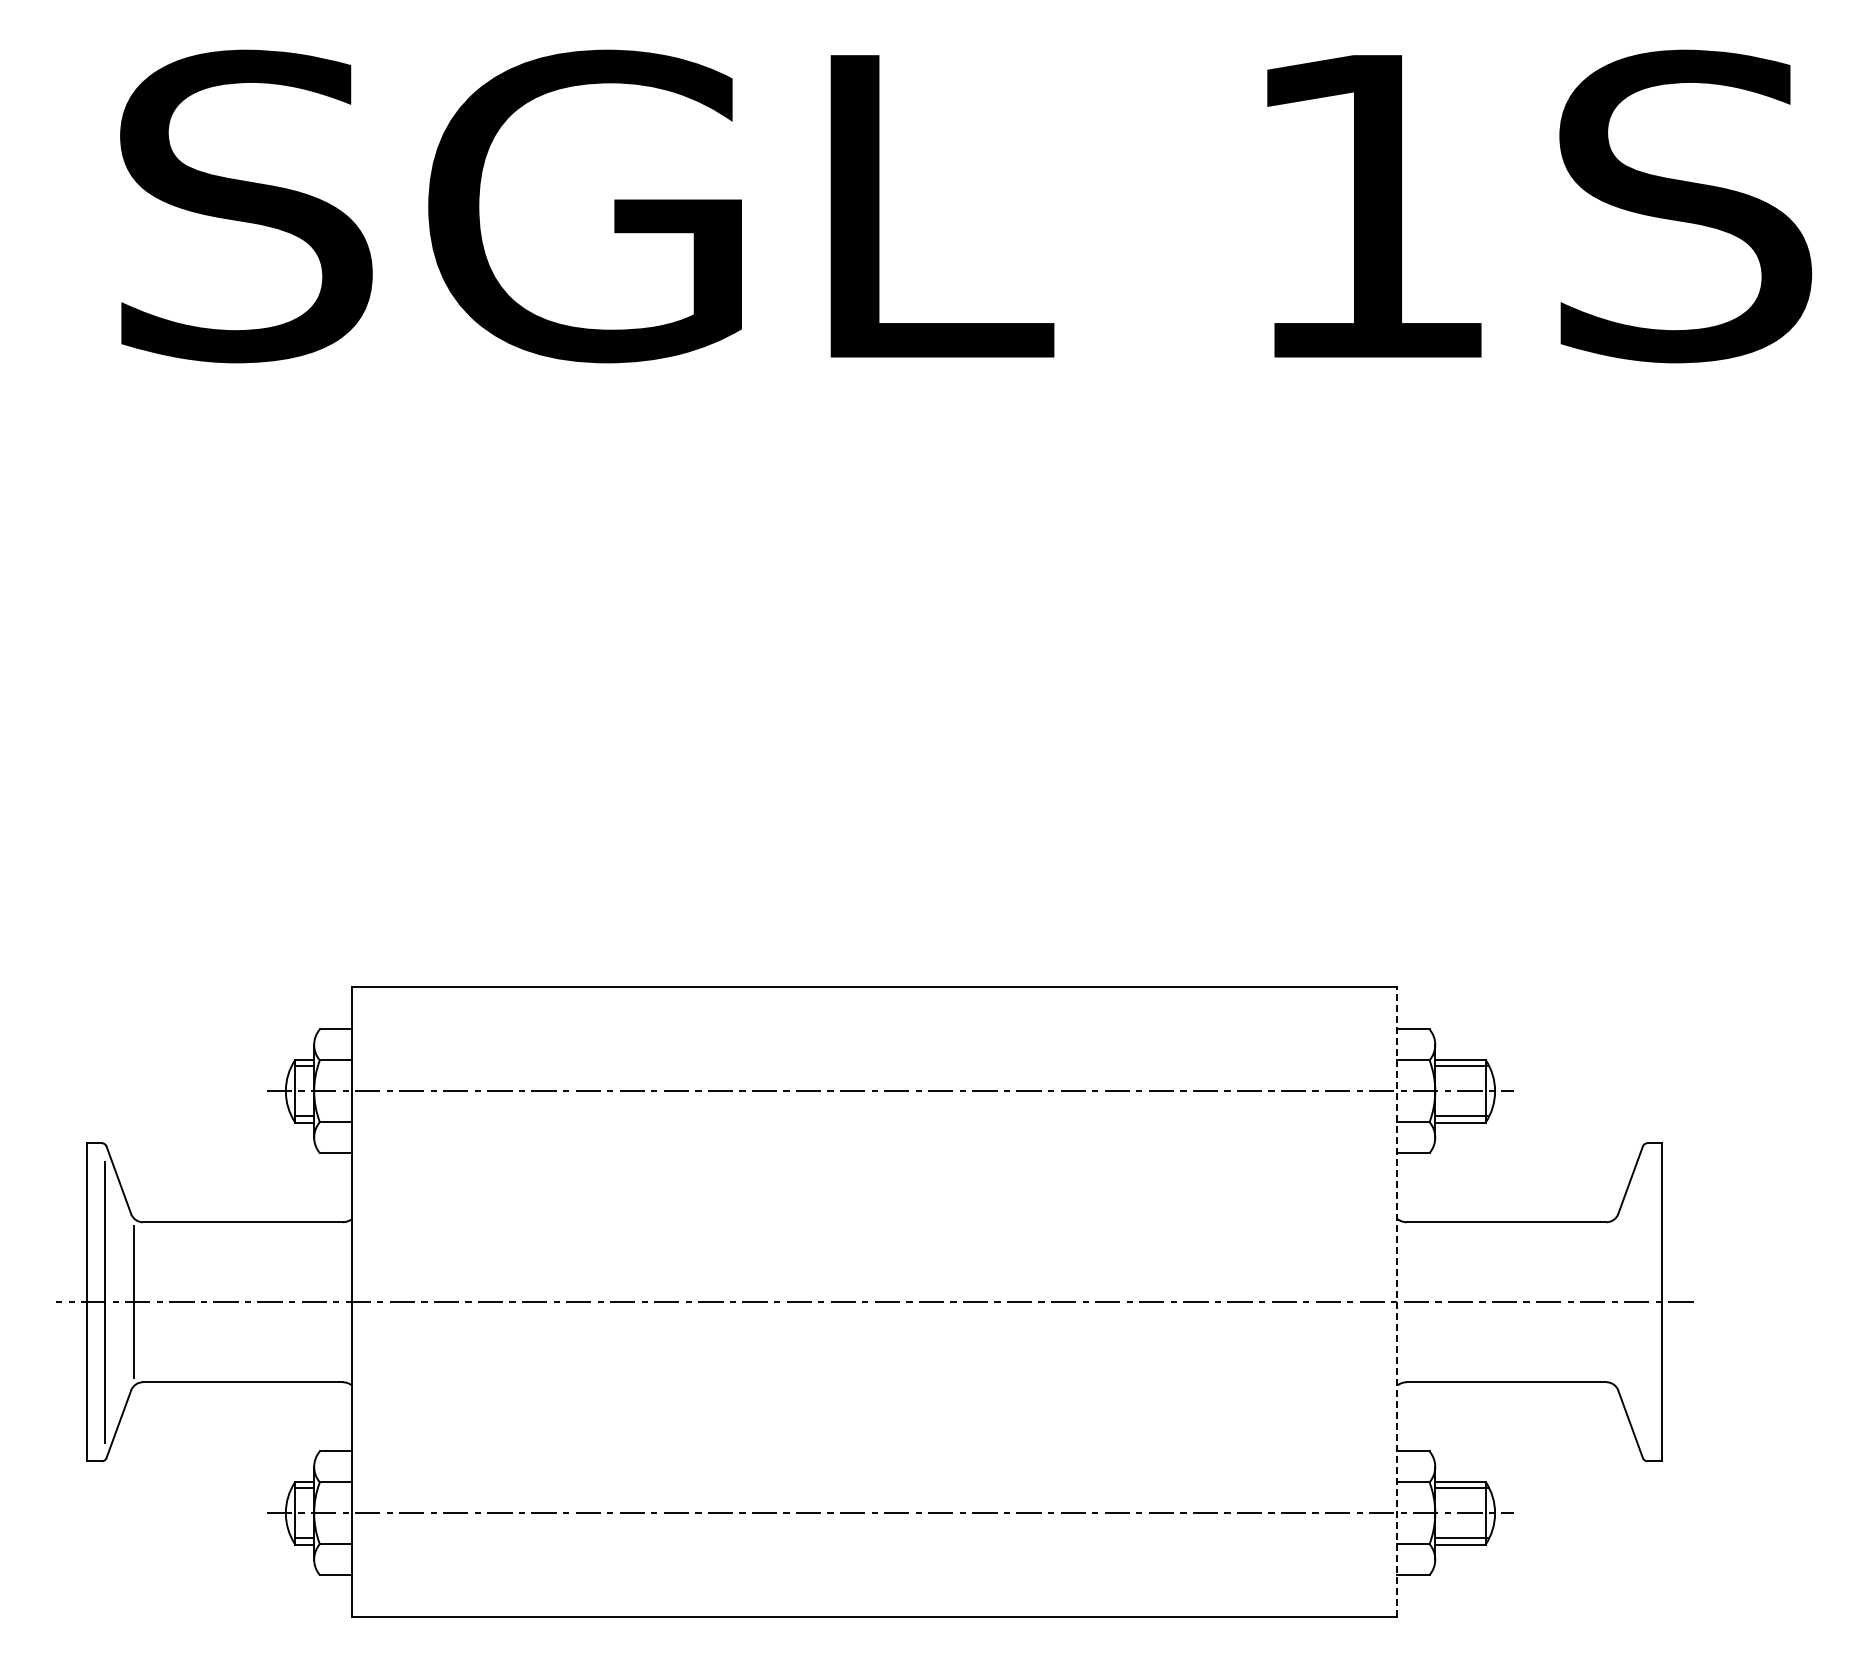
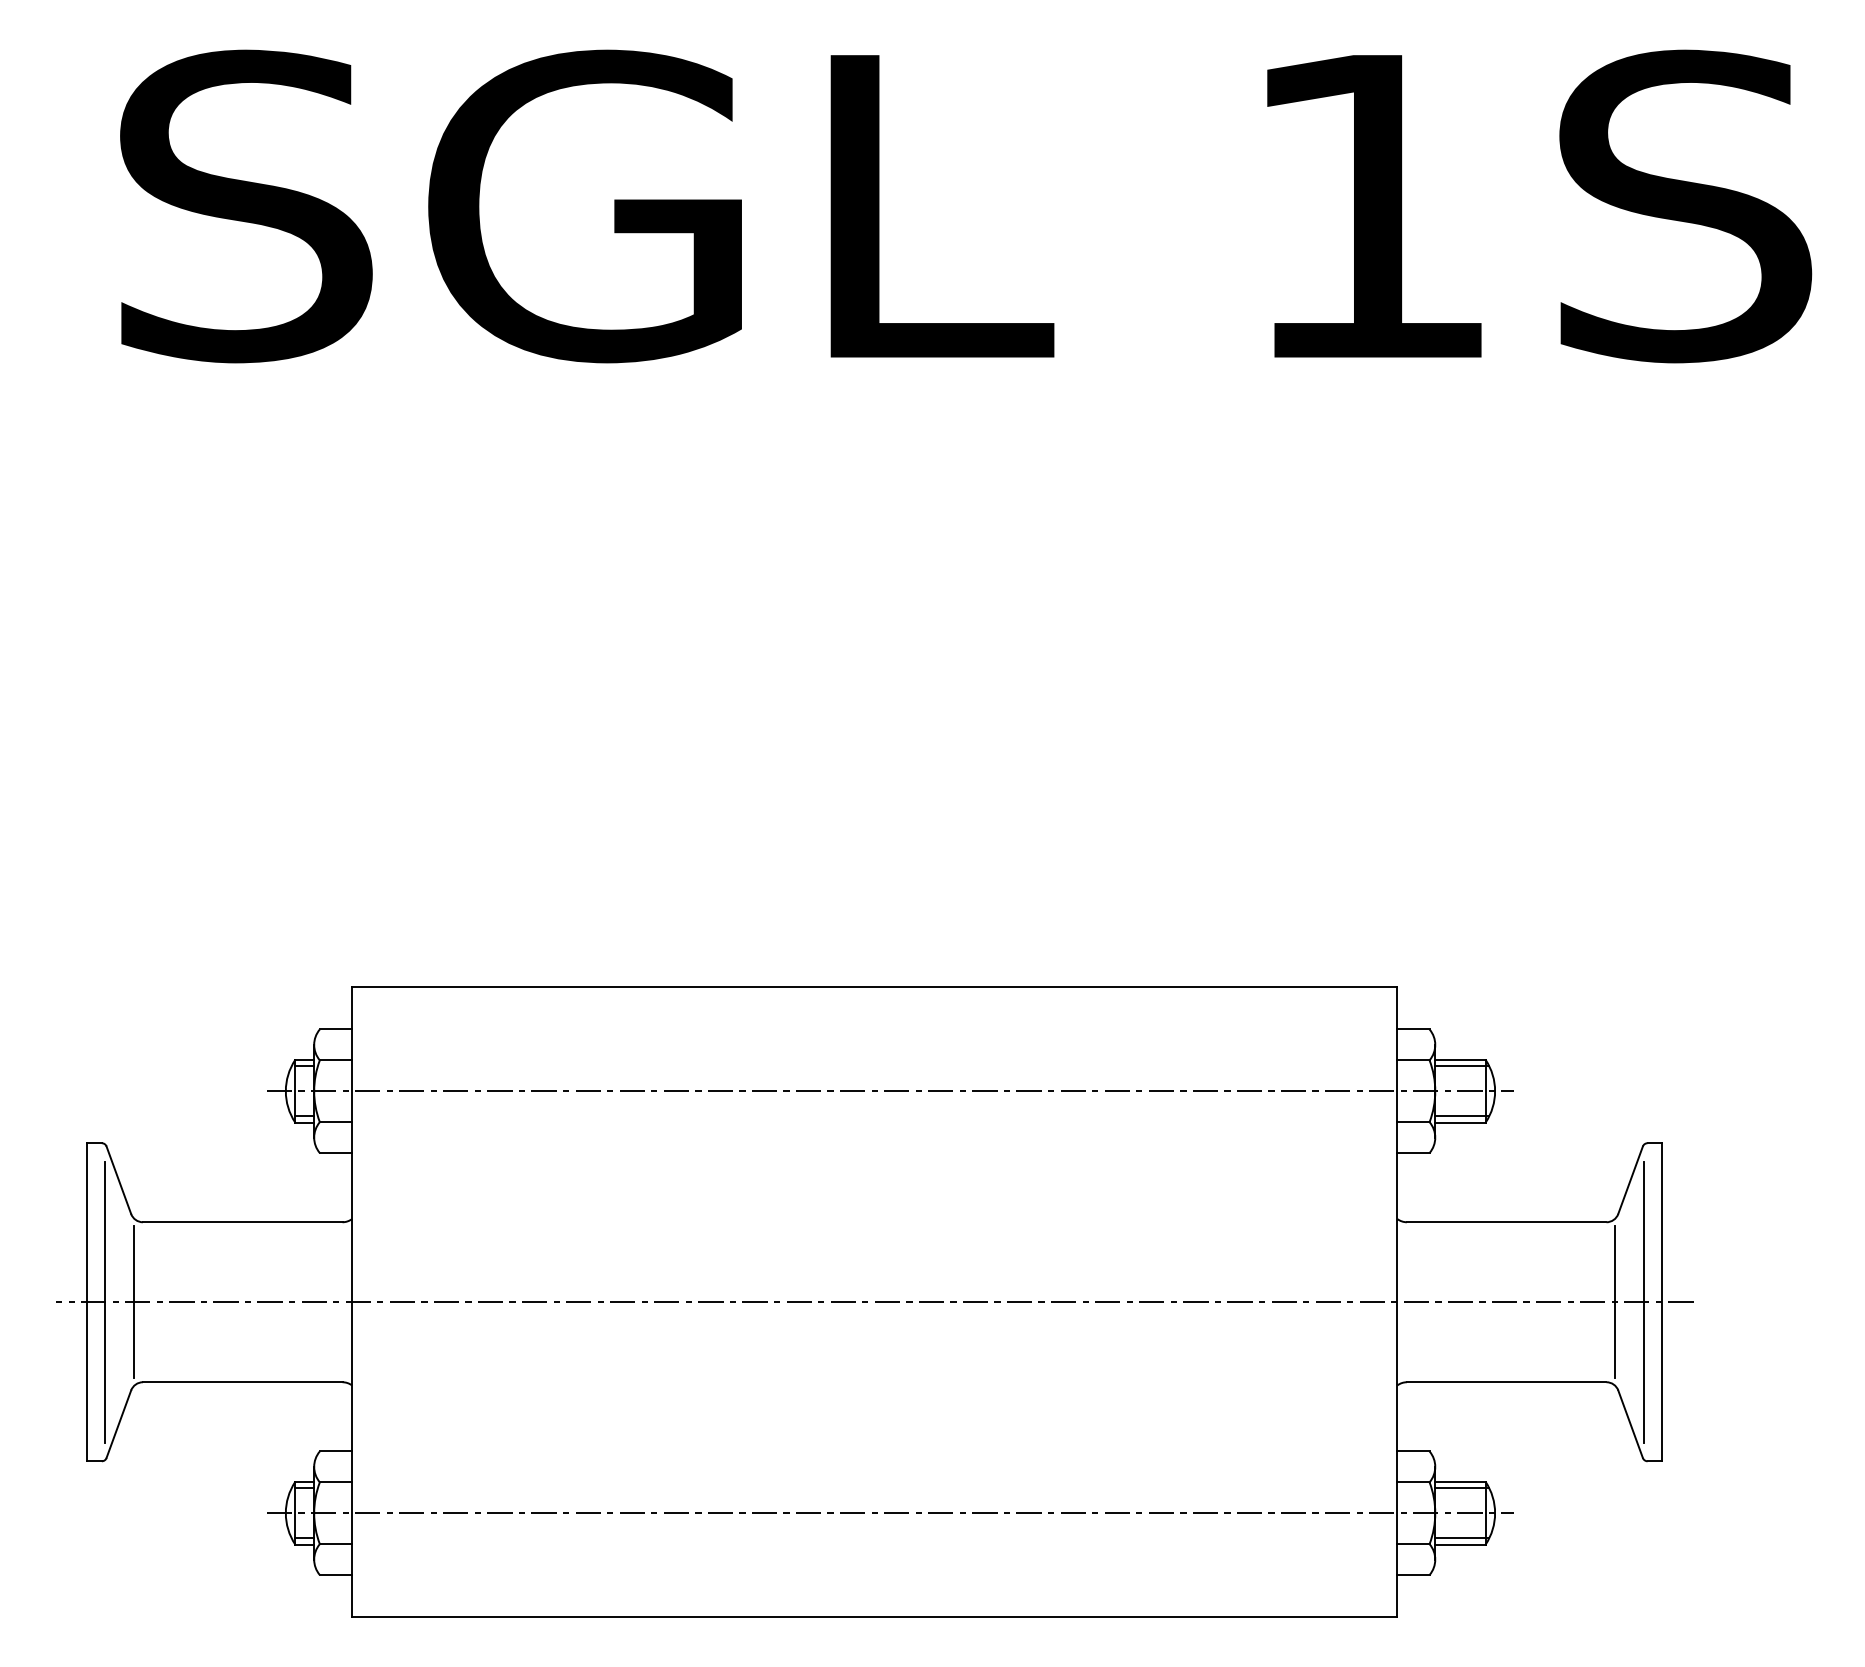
line at (1644, 1301): none -> present
line at (1397, 1302): dashed -> solid
line at (1615, 1302): none -> present
